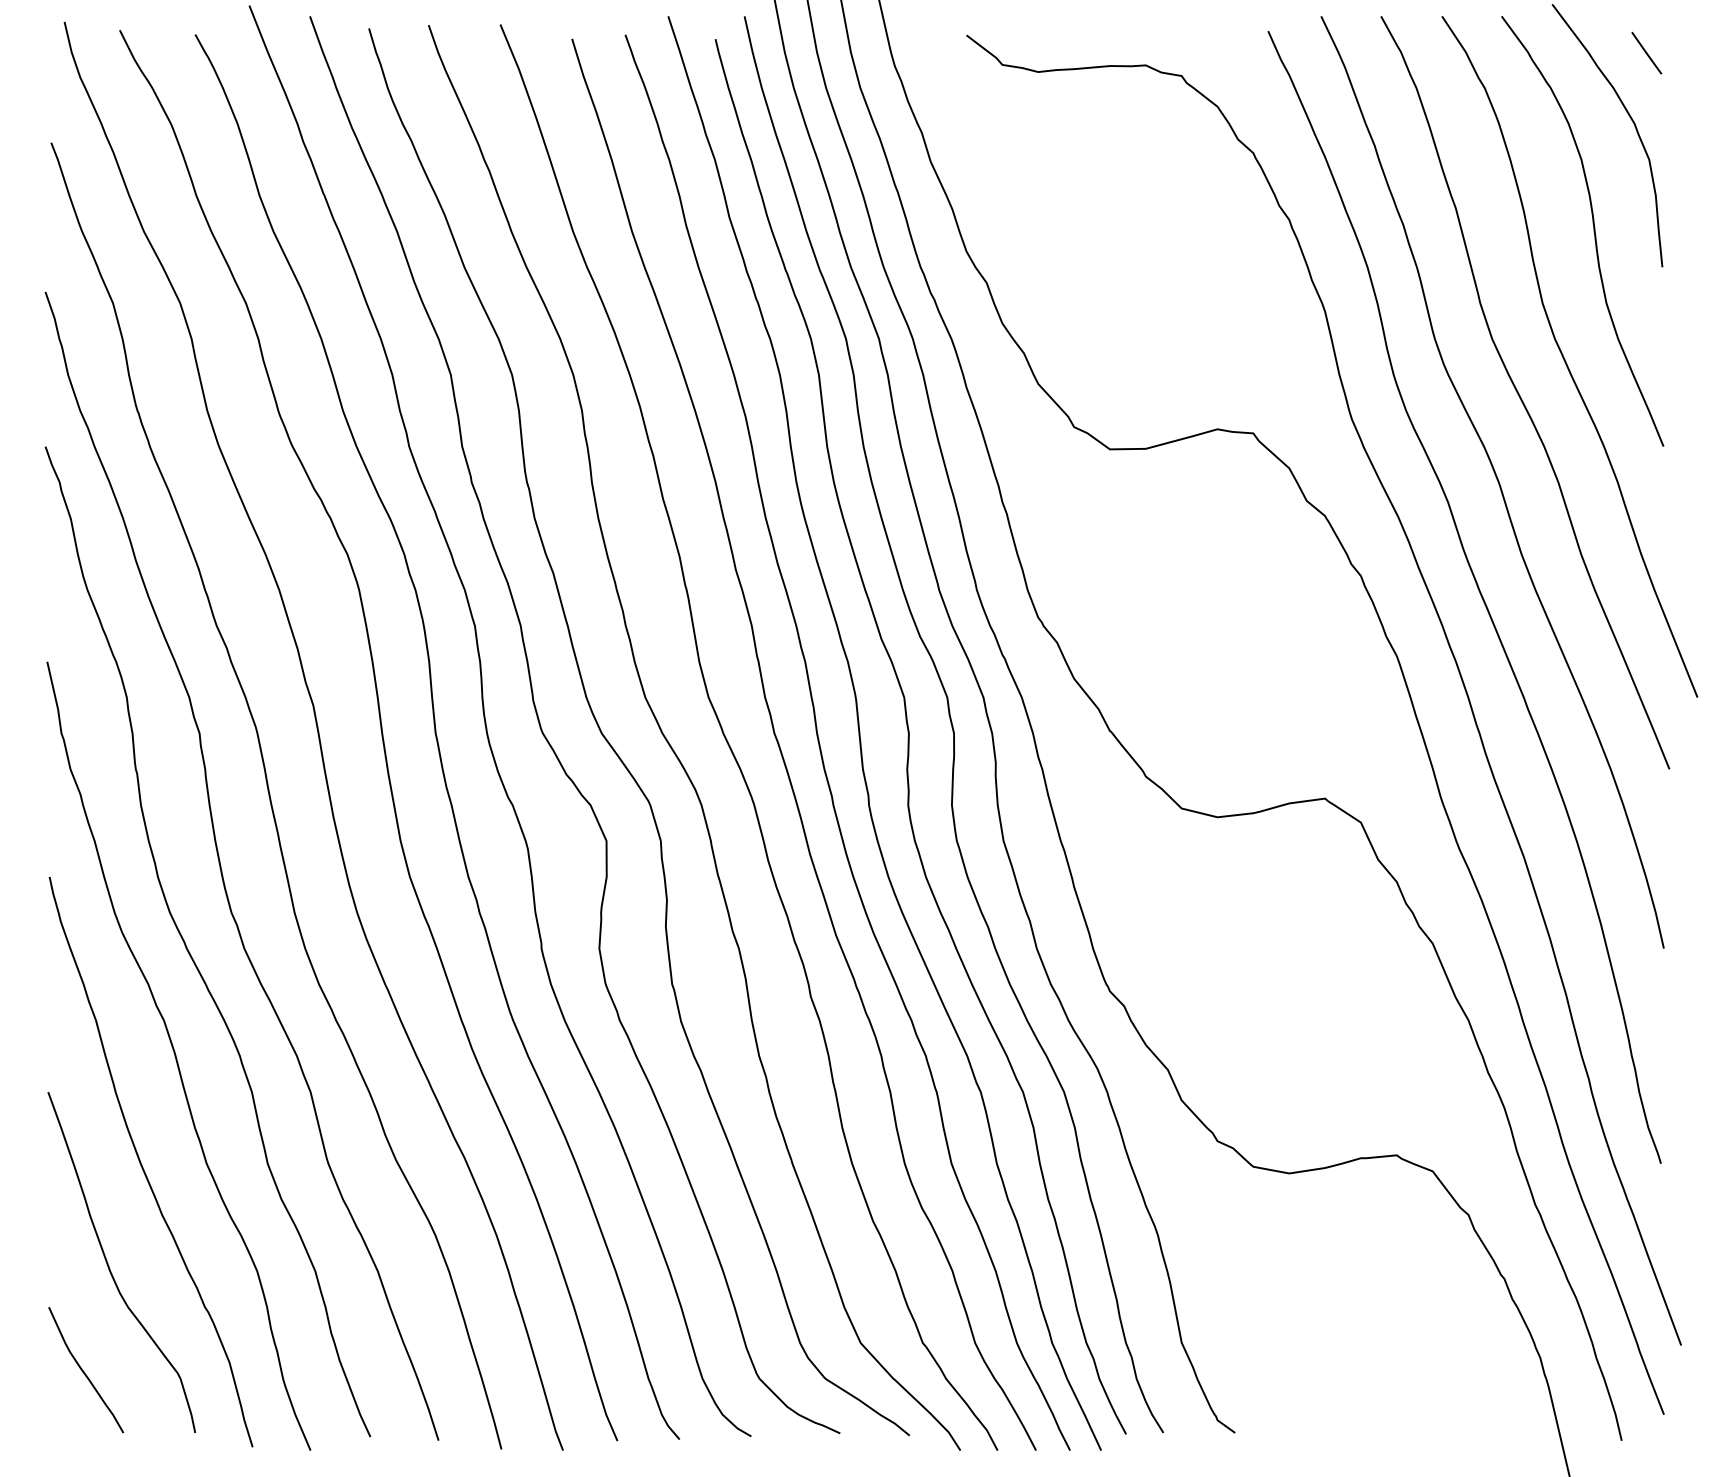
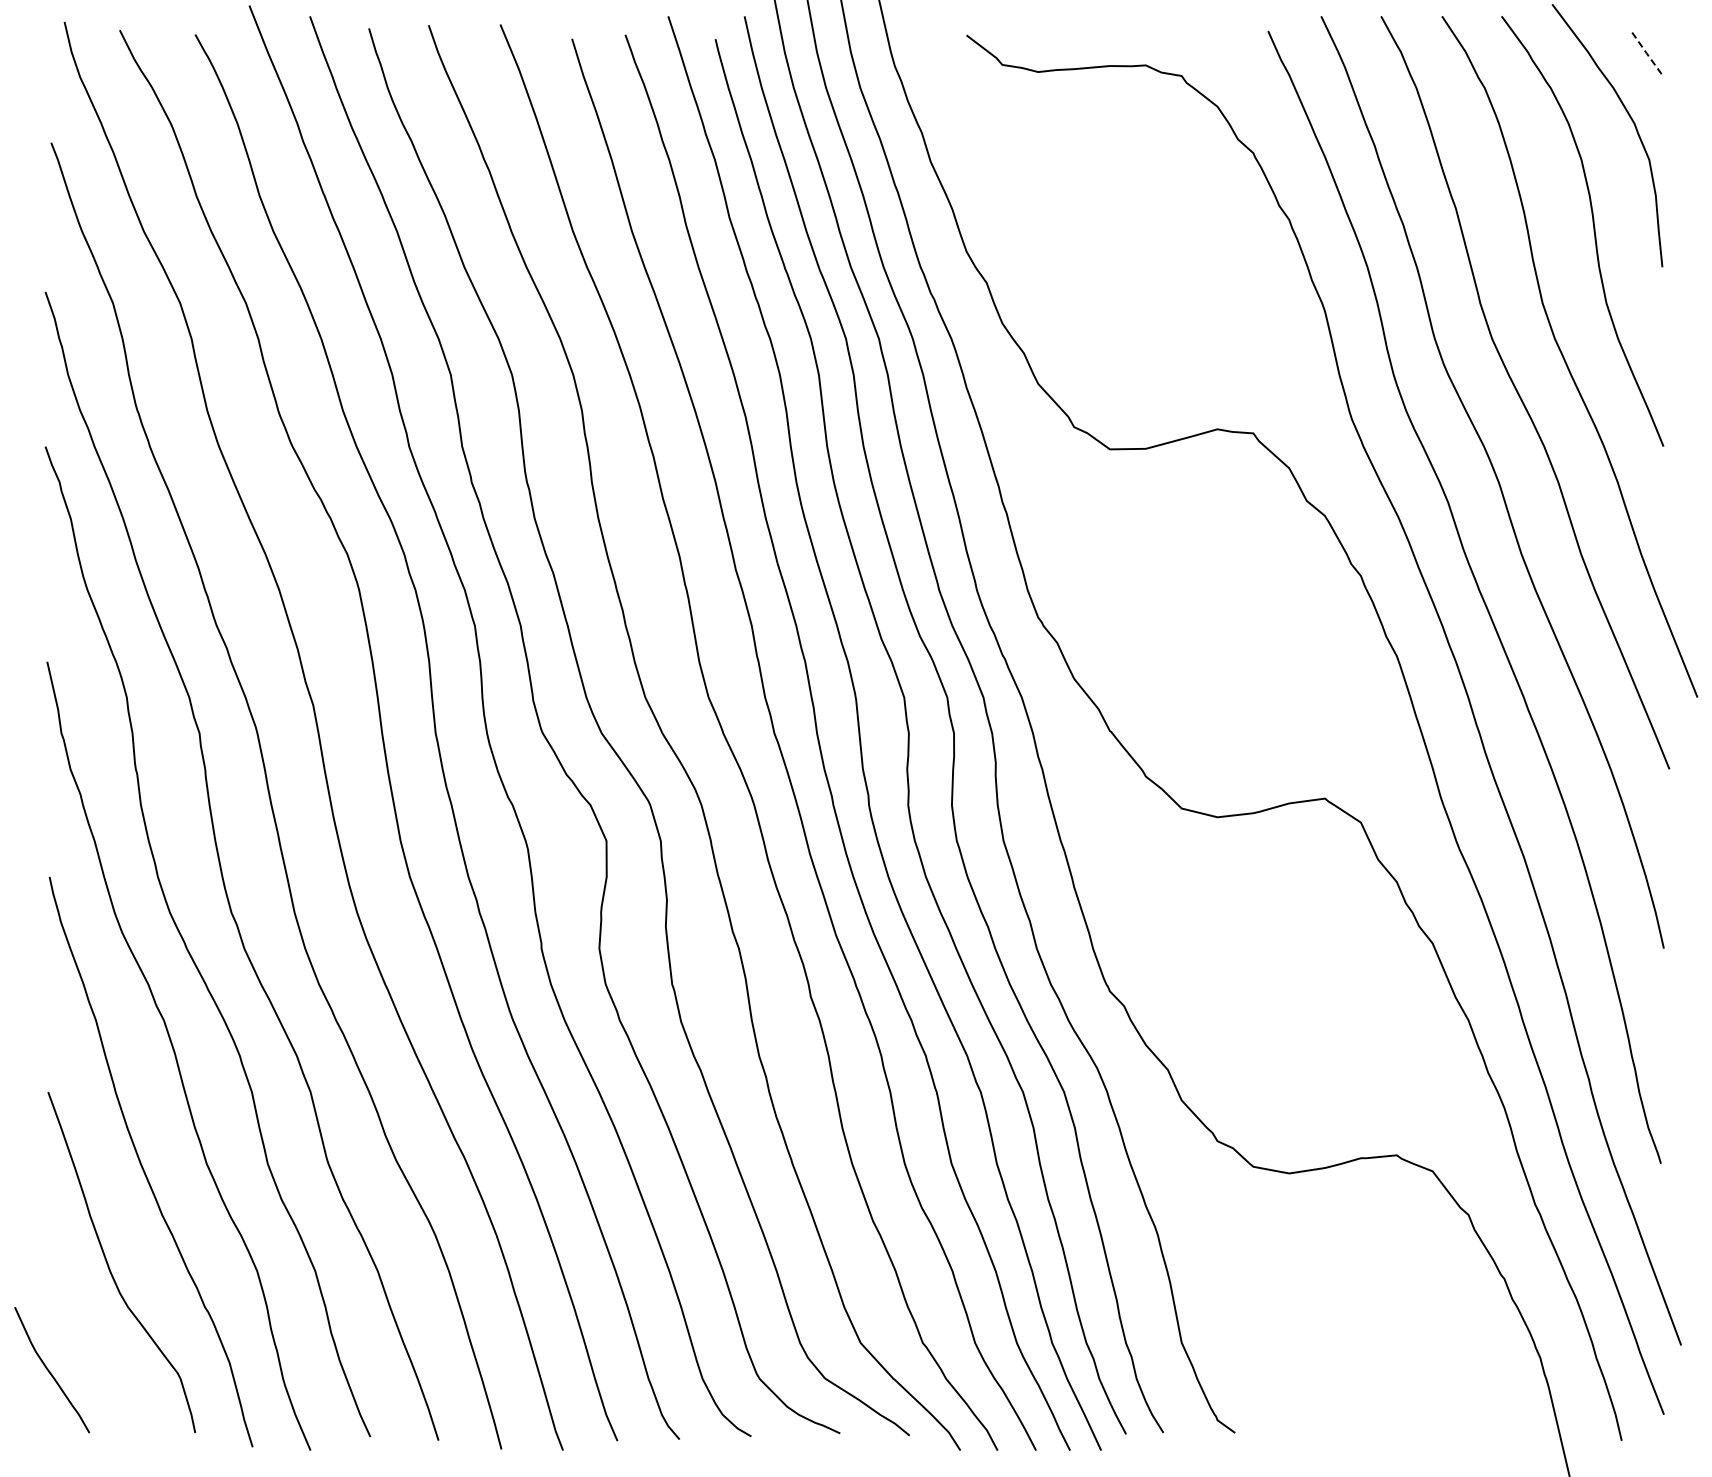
line at (1646, 53): solid -> dashed
curve at (84, 1371) position: (84, 1371) -> (50, 1371)
